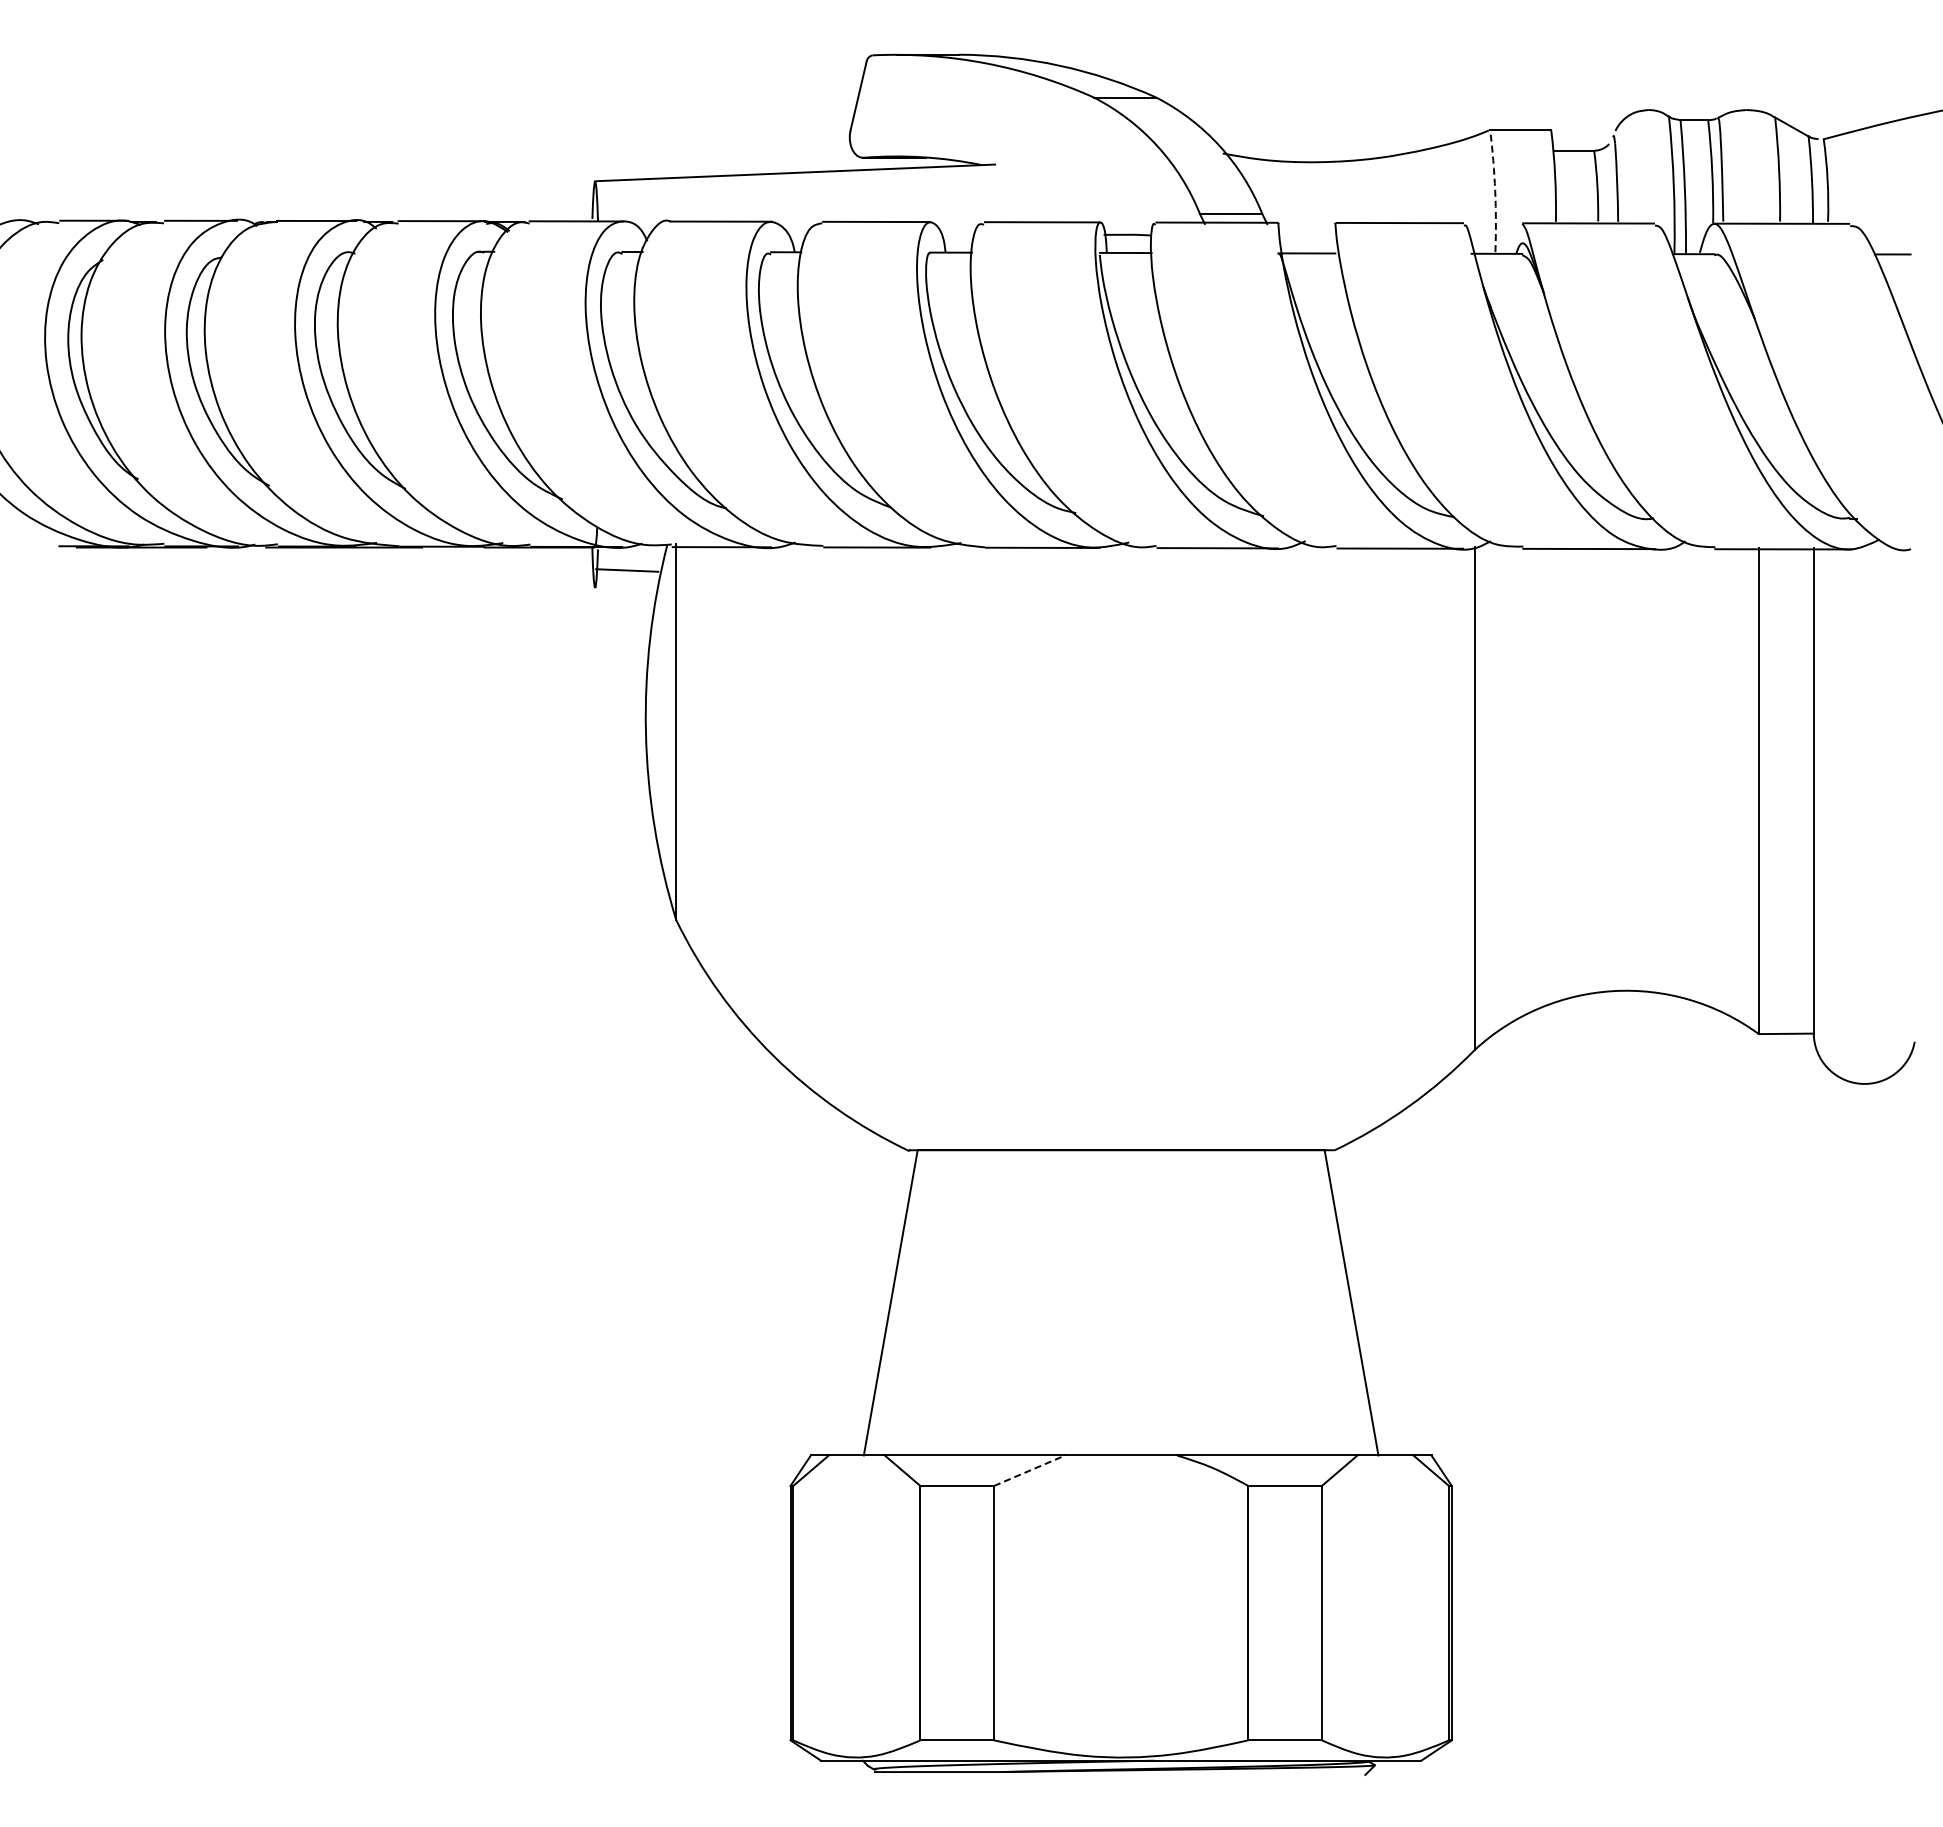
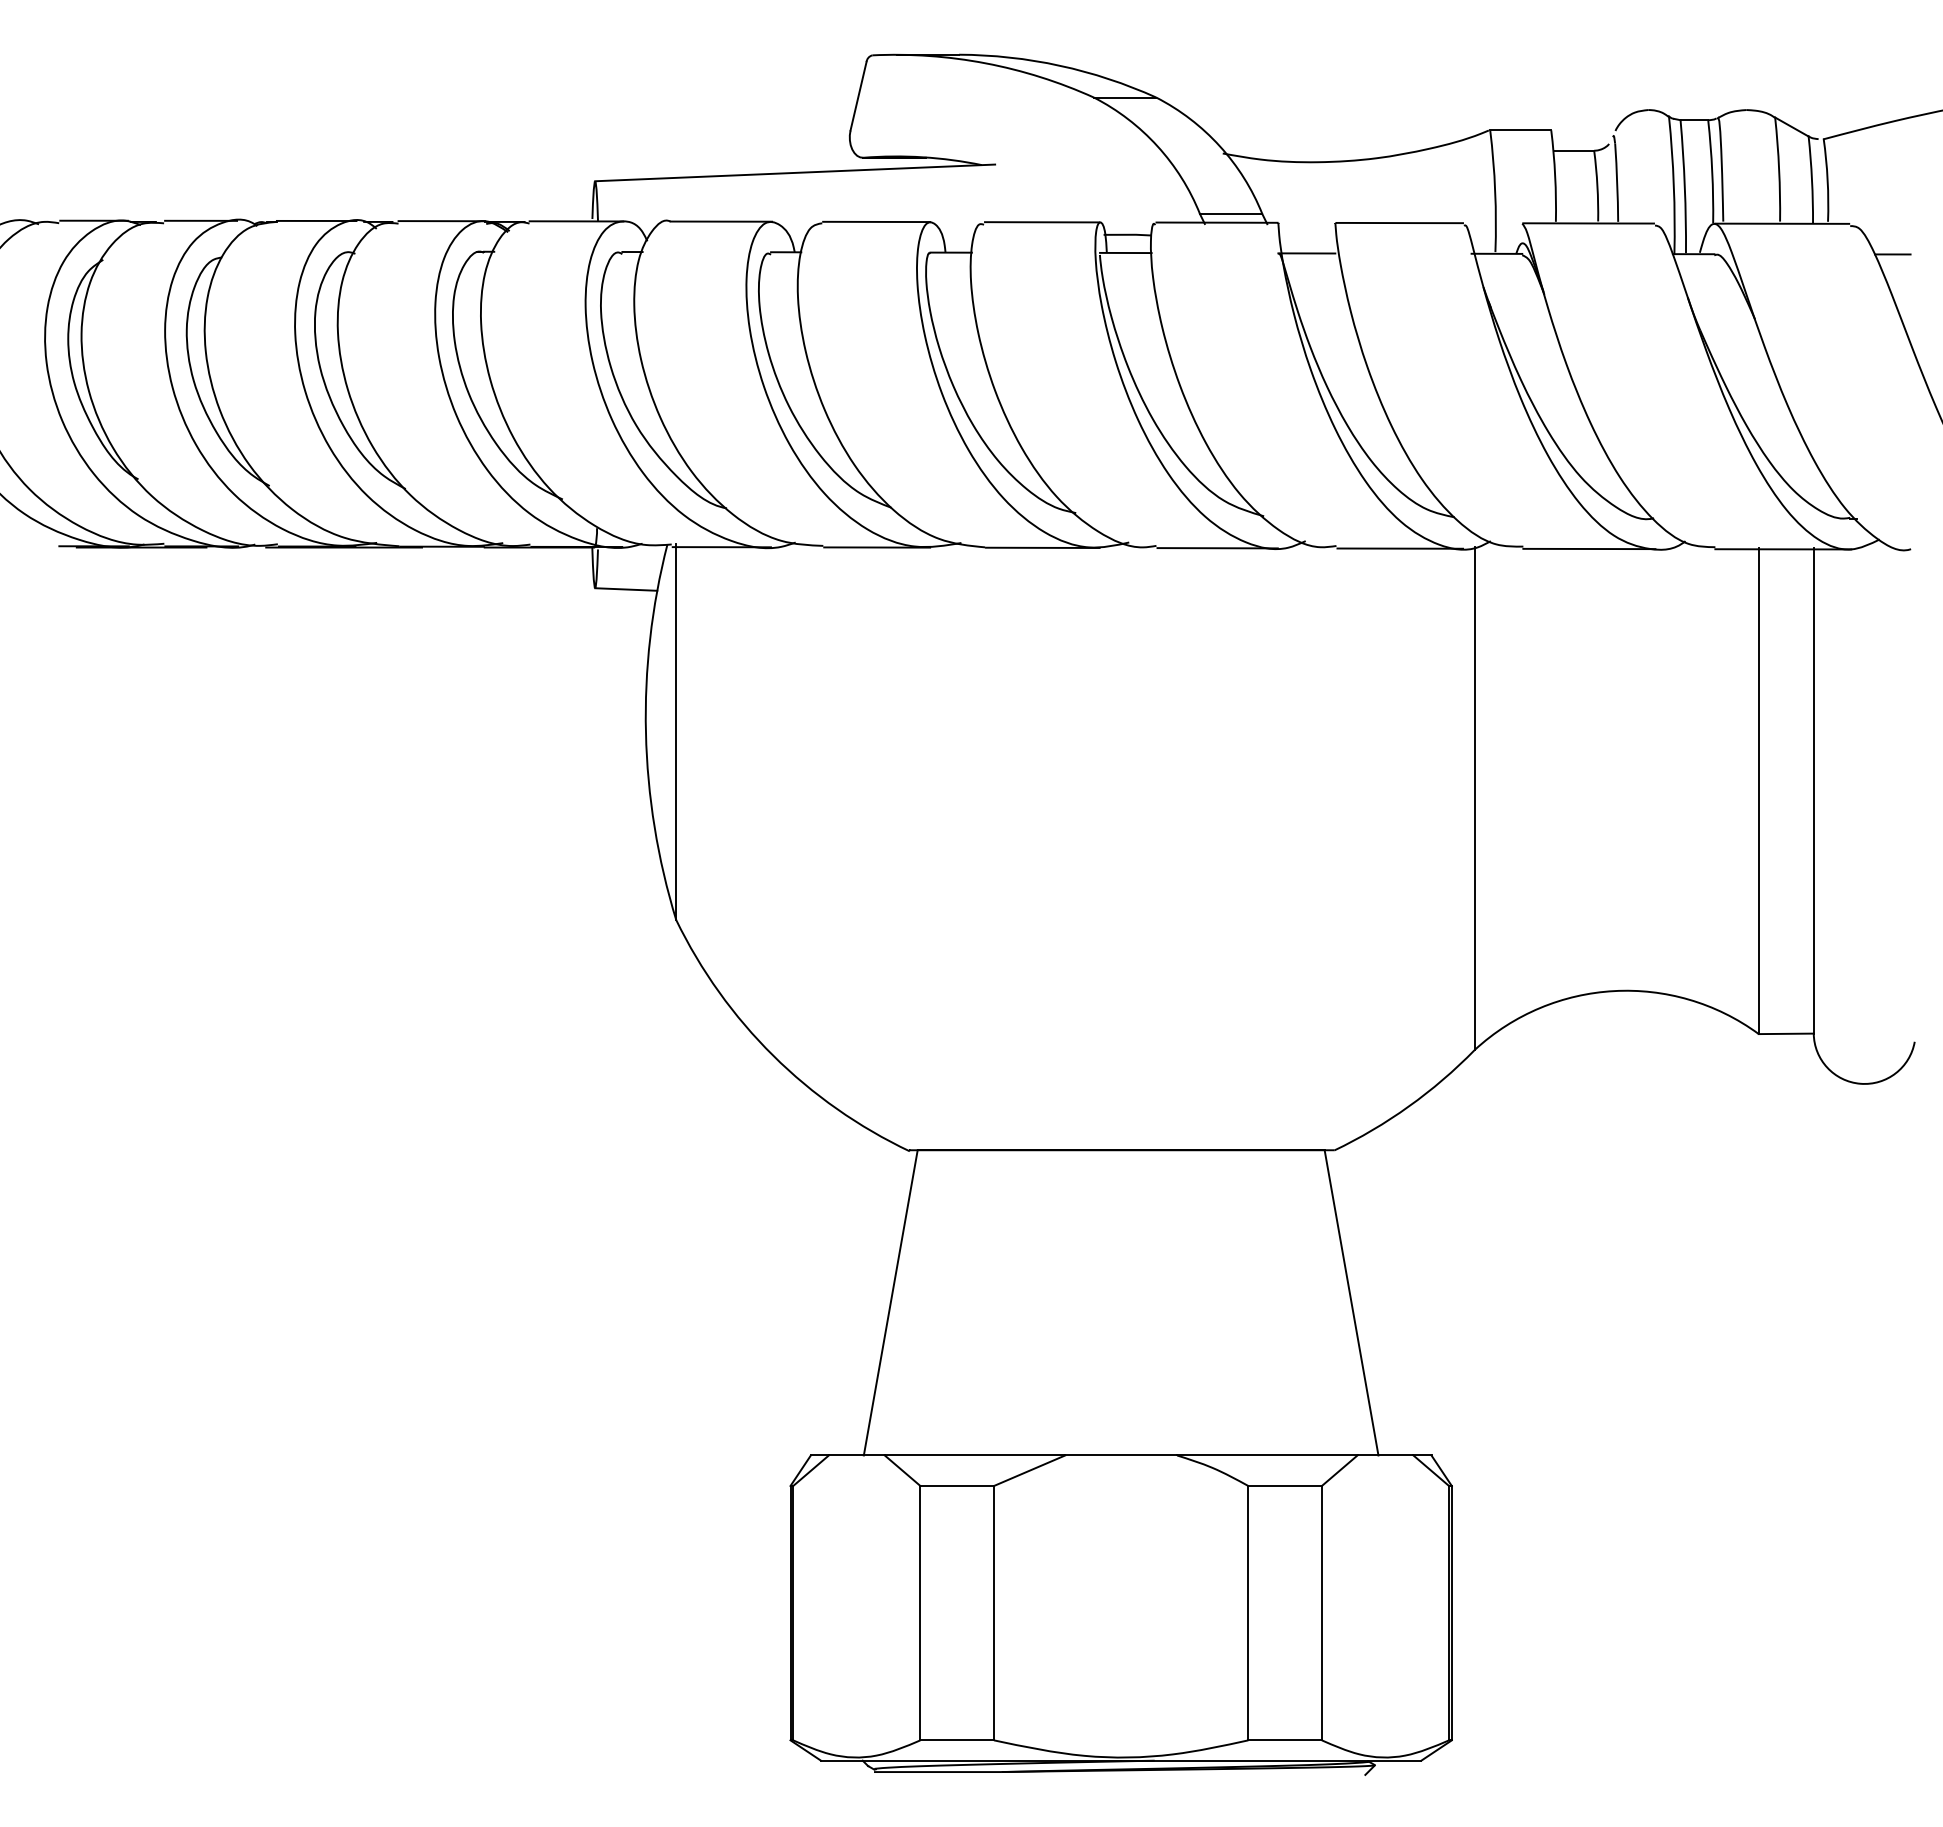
arc at (1495, 191): dashed -> solid
line at (627, 570) position: (627, 570) -> (626, 589)
line at (1029, 1470): dashed -> solid
